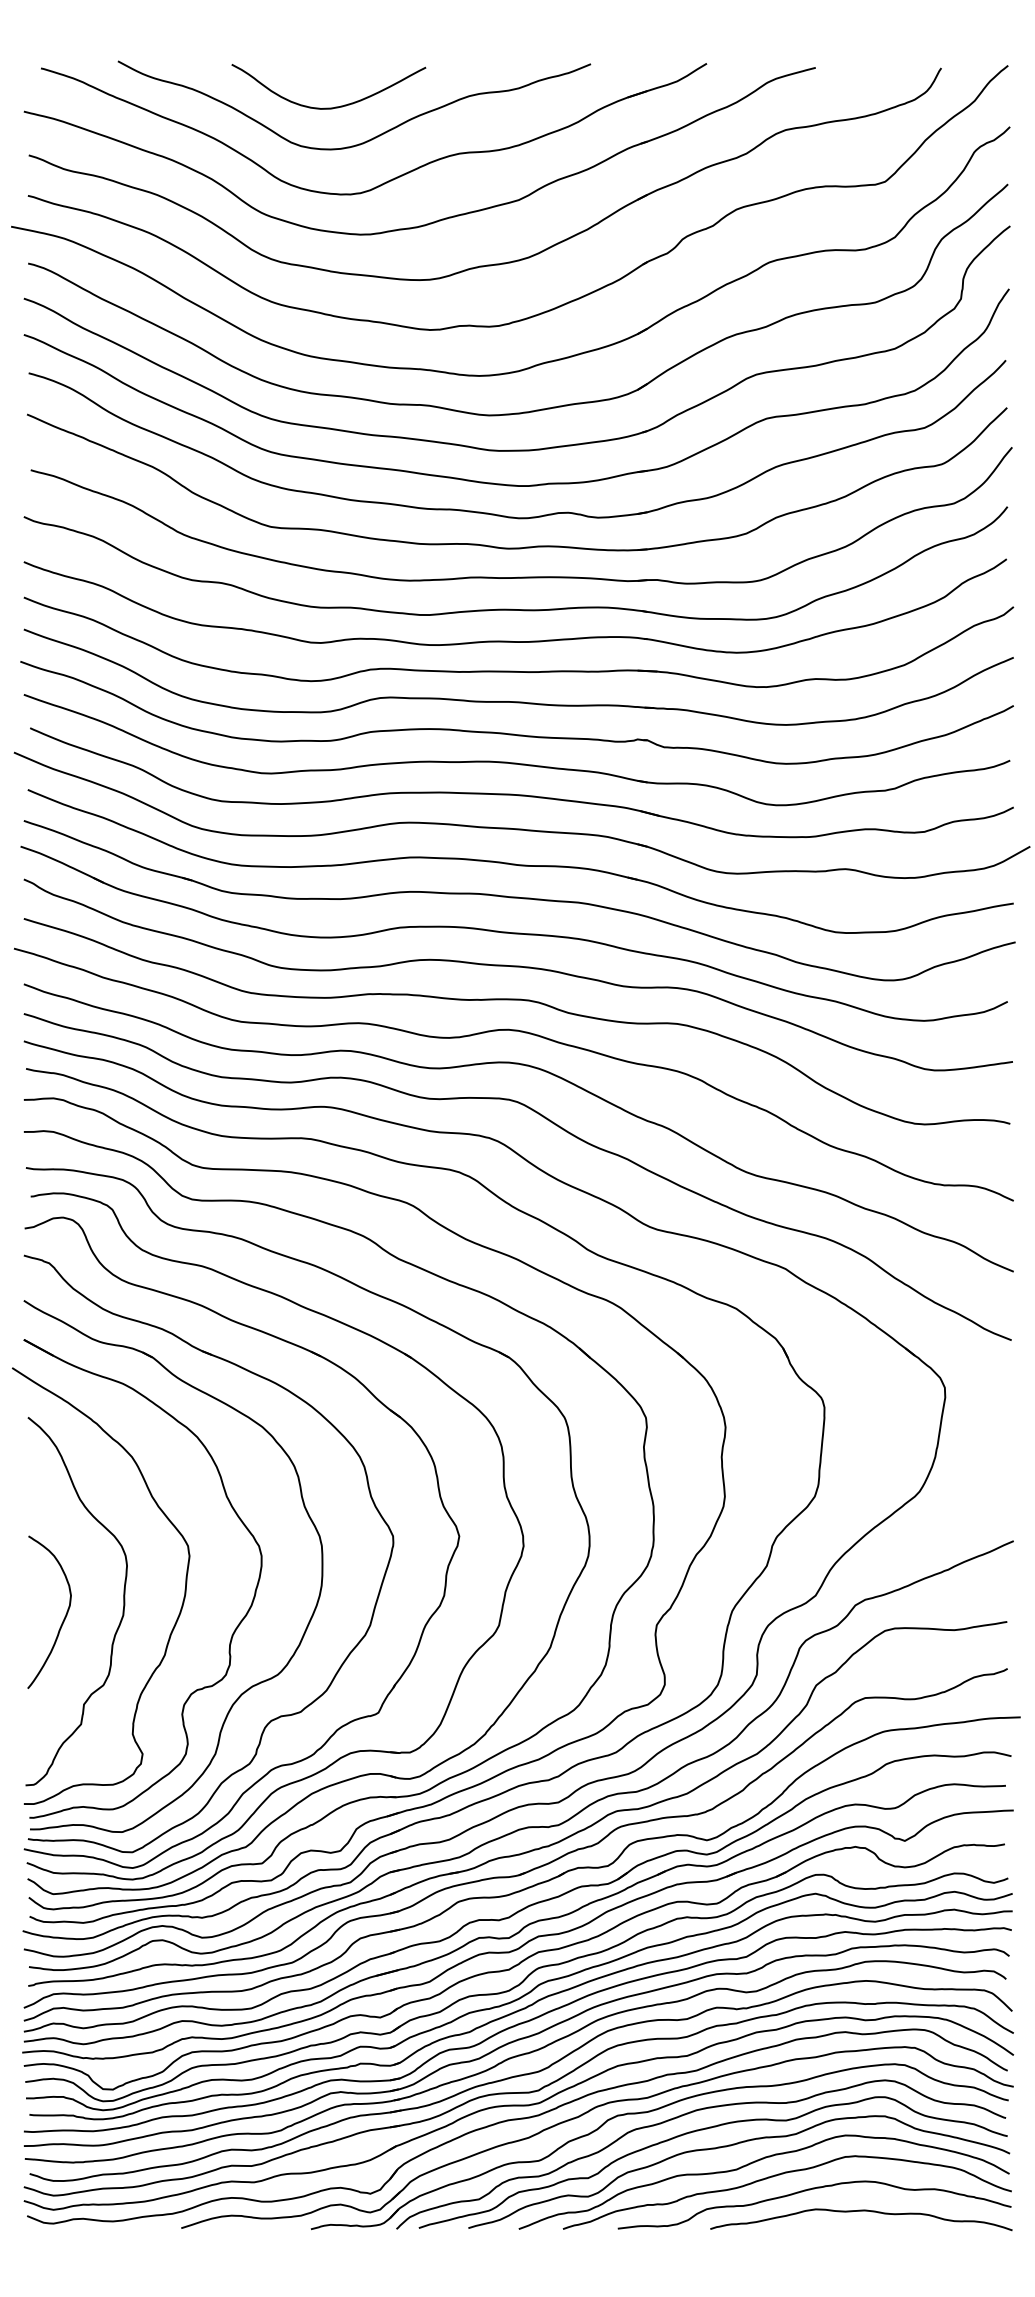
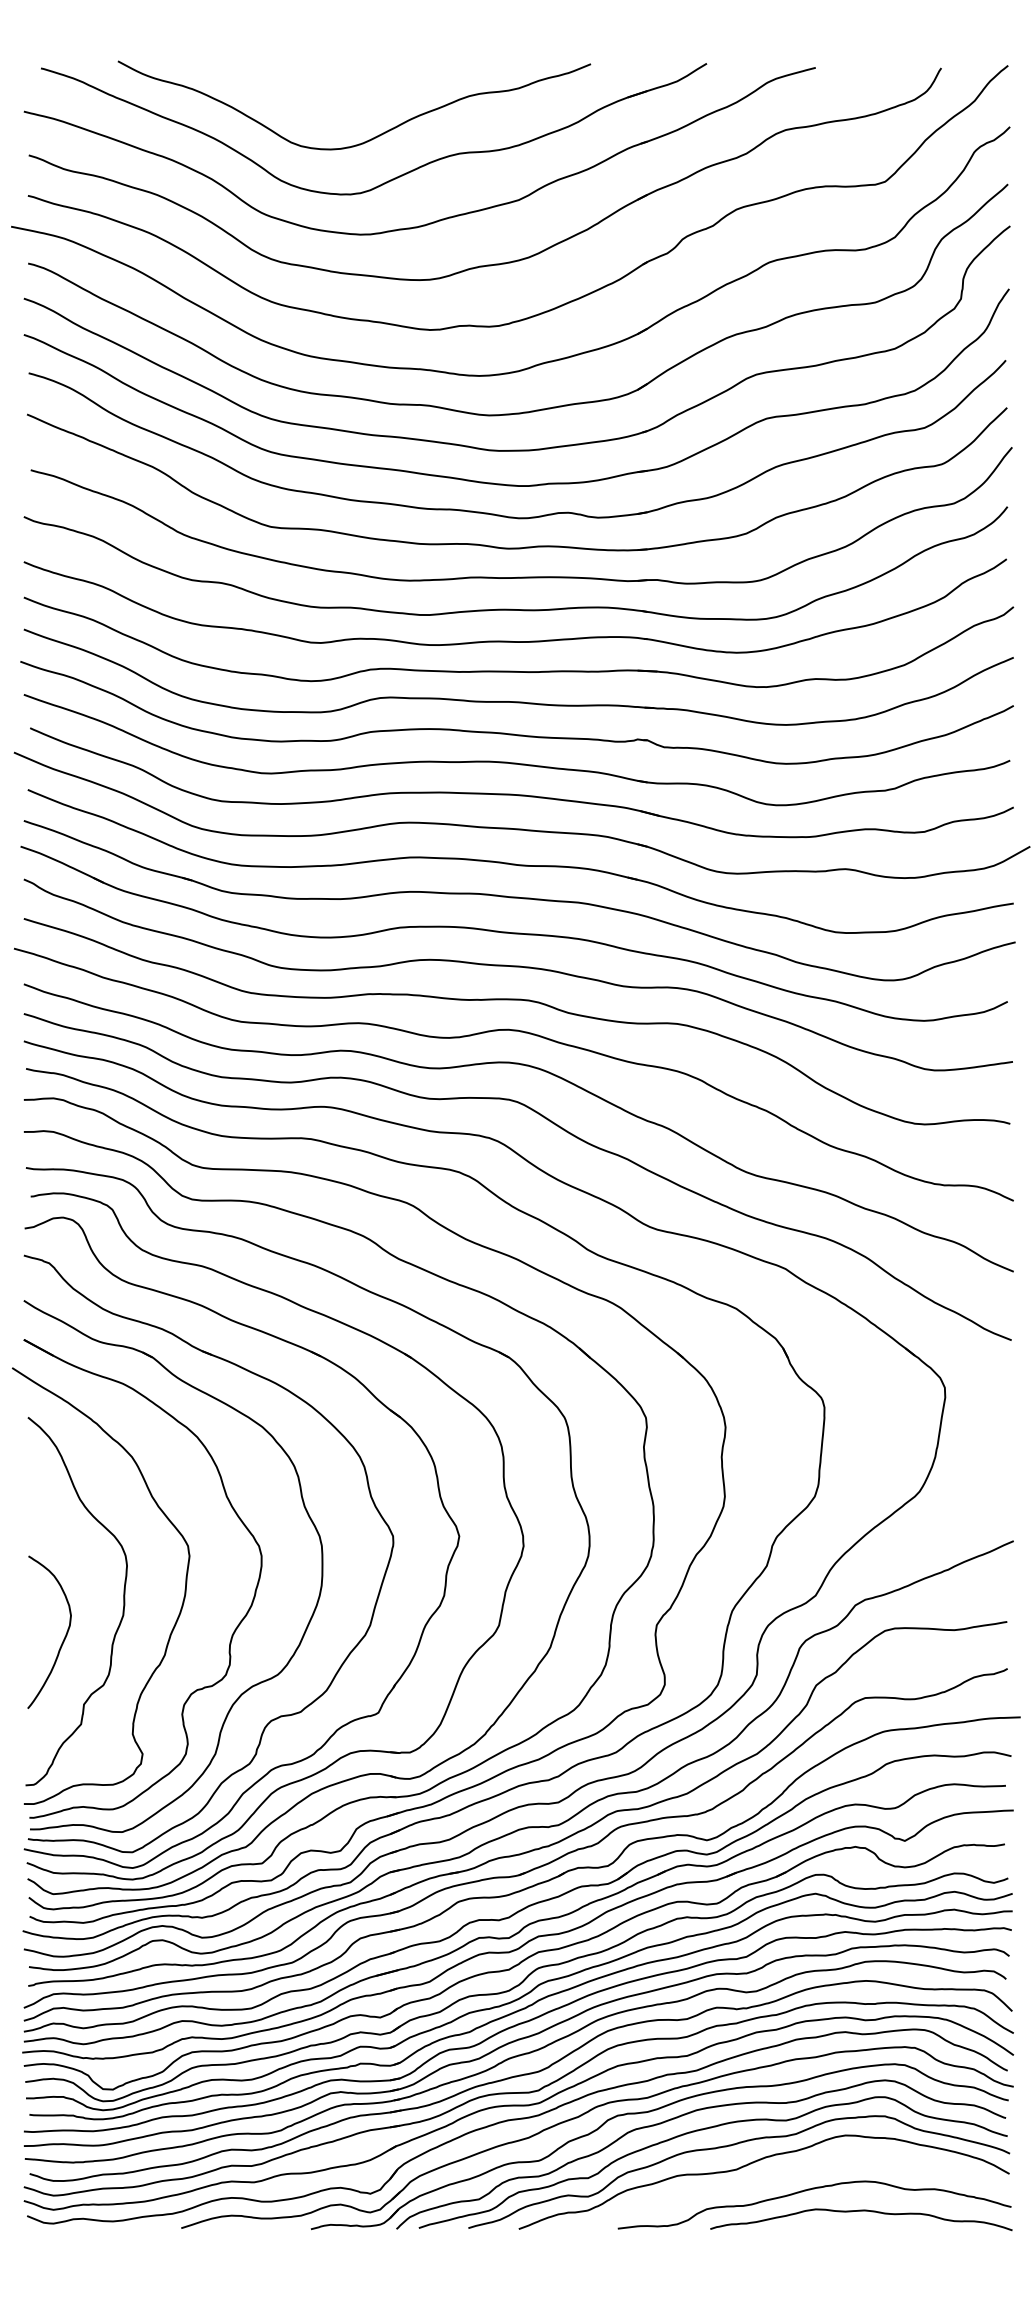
curve at (328, 107): present -> none
curve at (63, 1618) position: (63, 1618) -> (63, 1638)
curve at (783, 2174): present -> none
